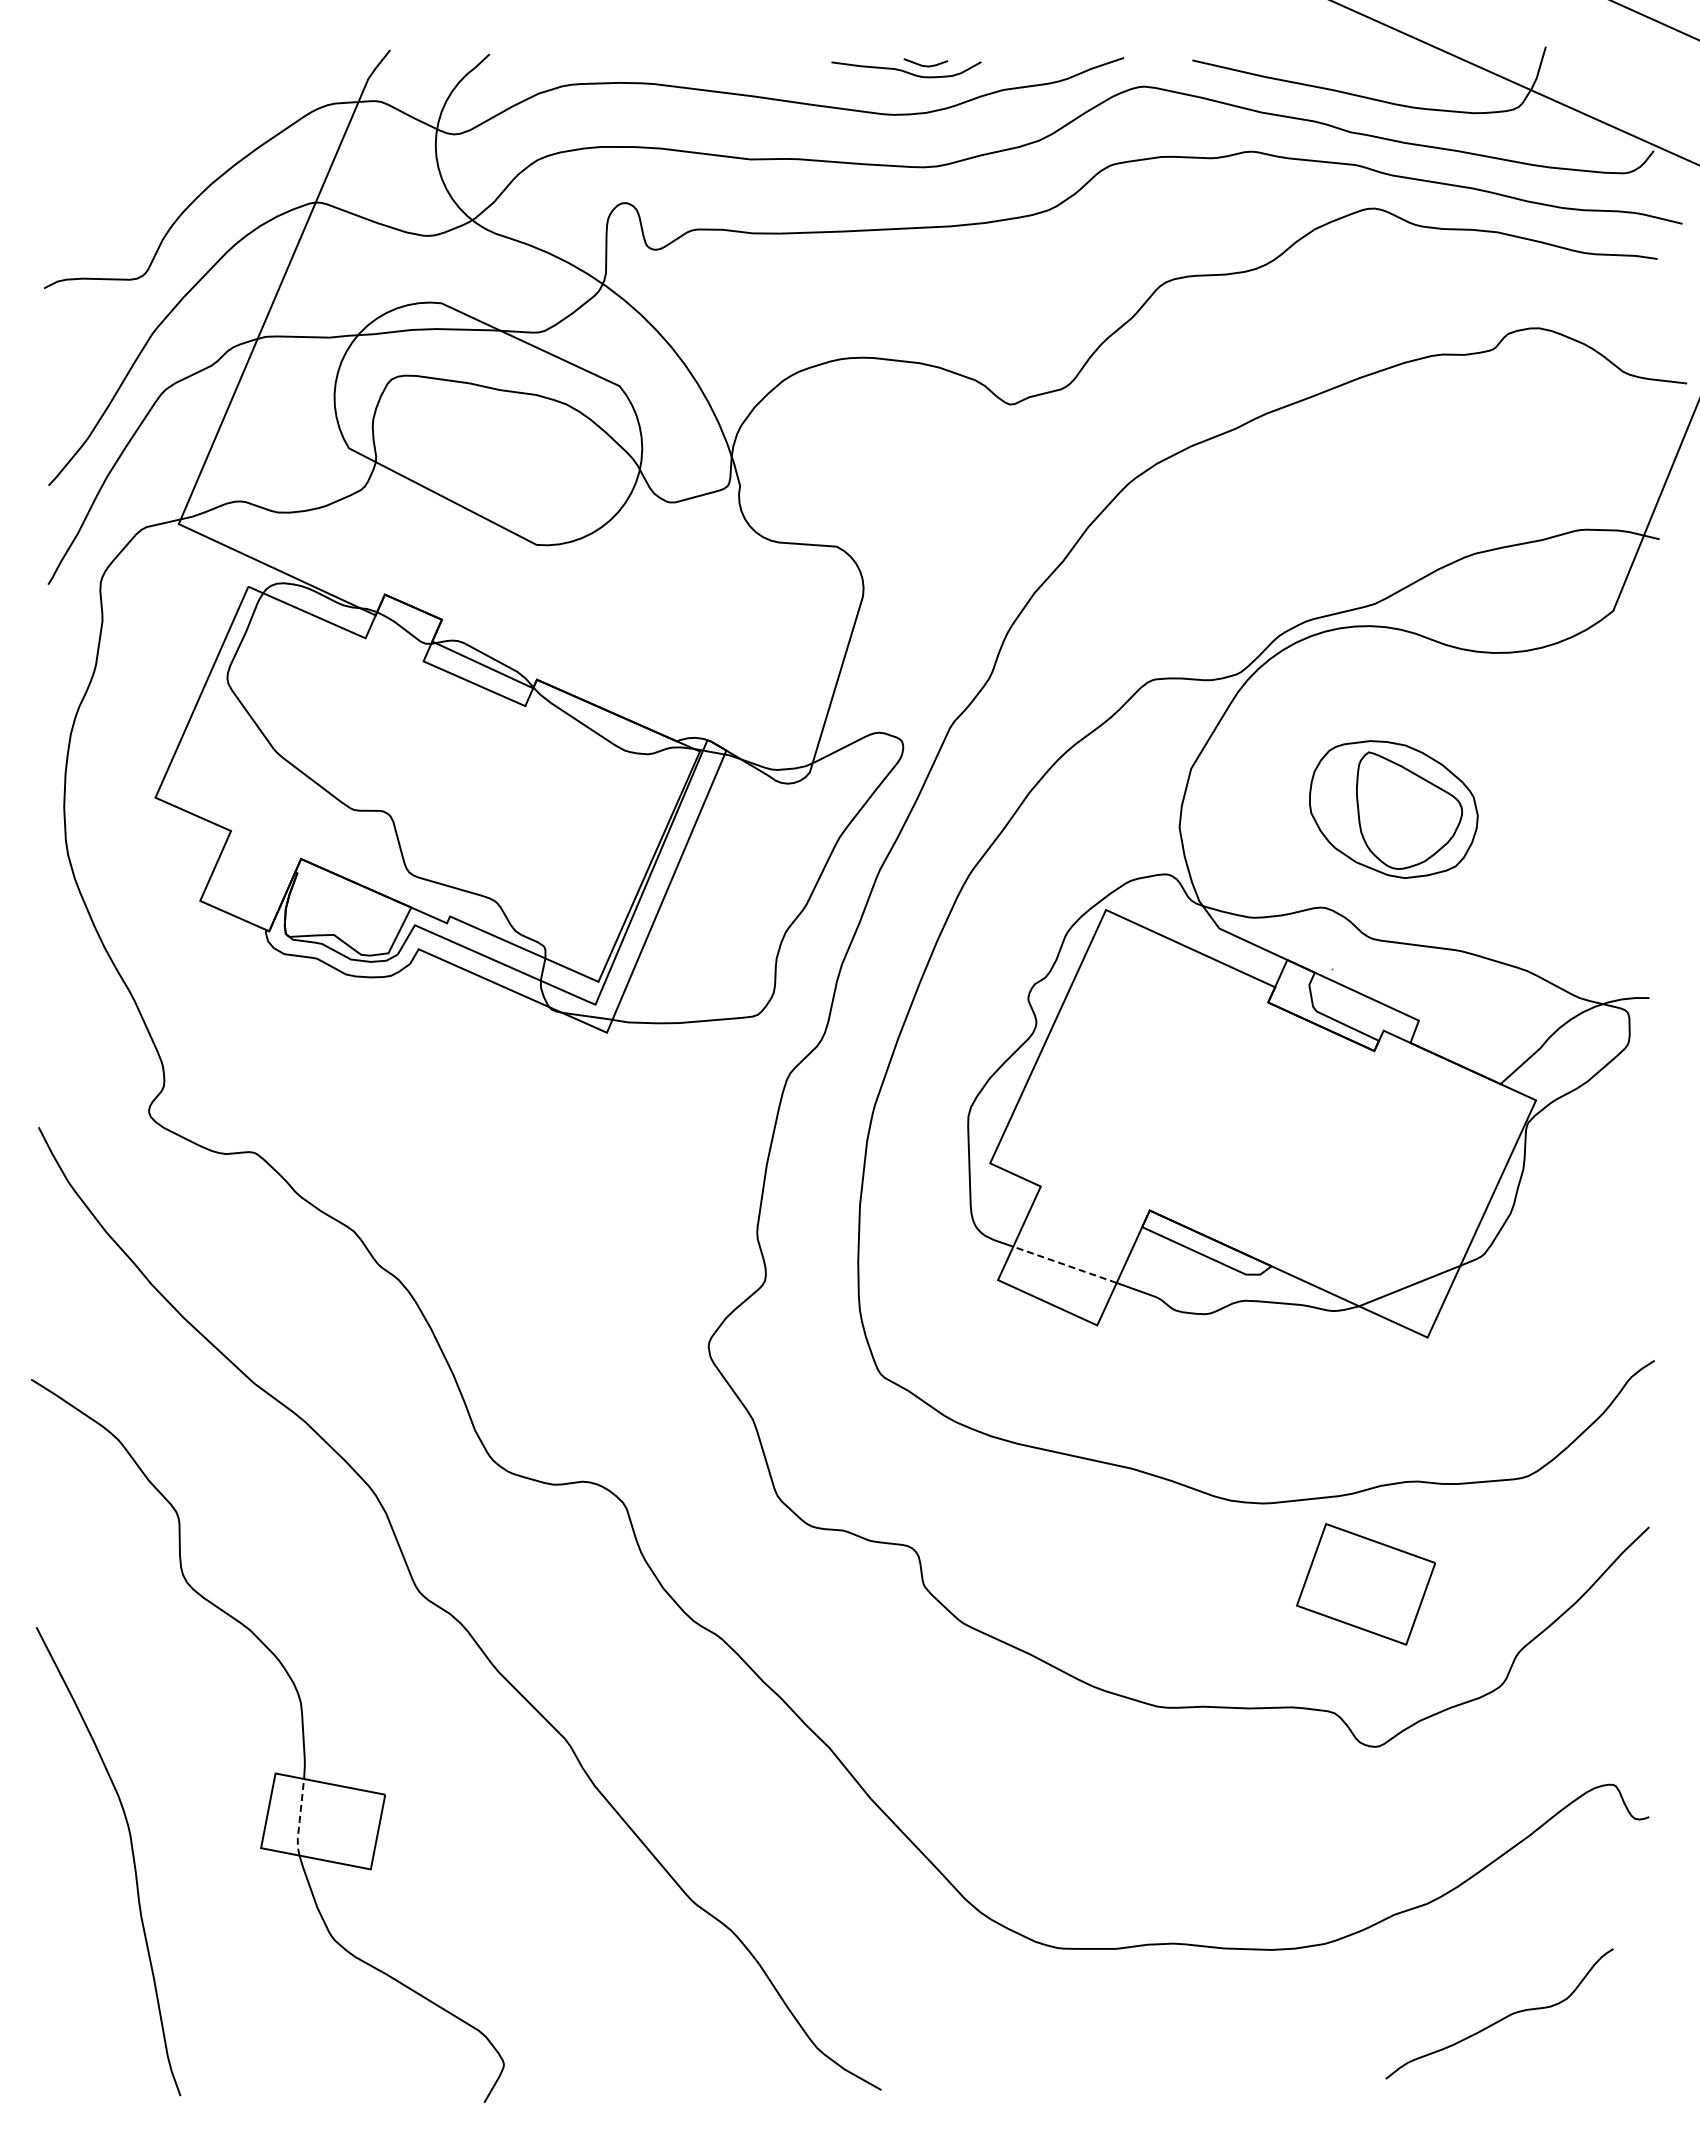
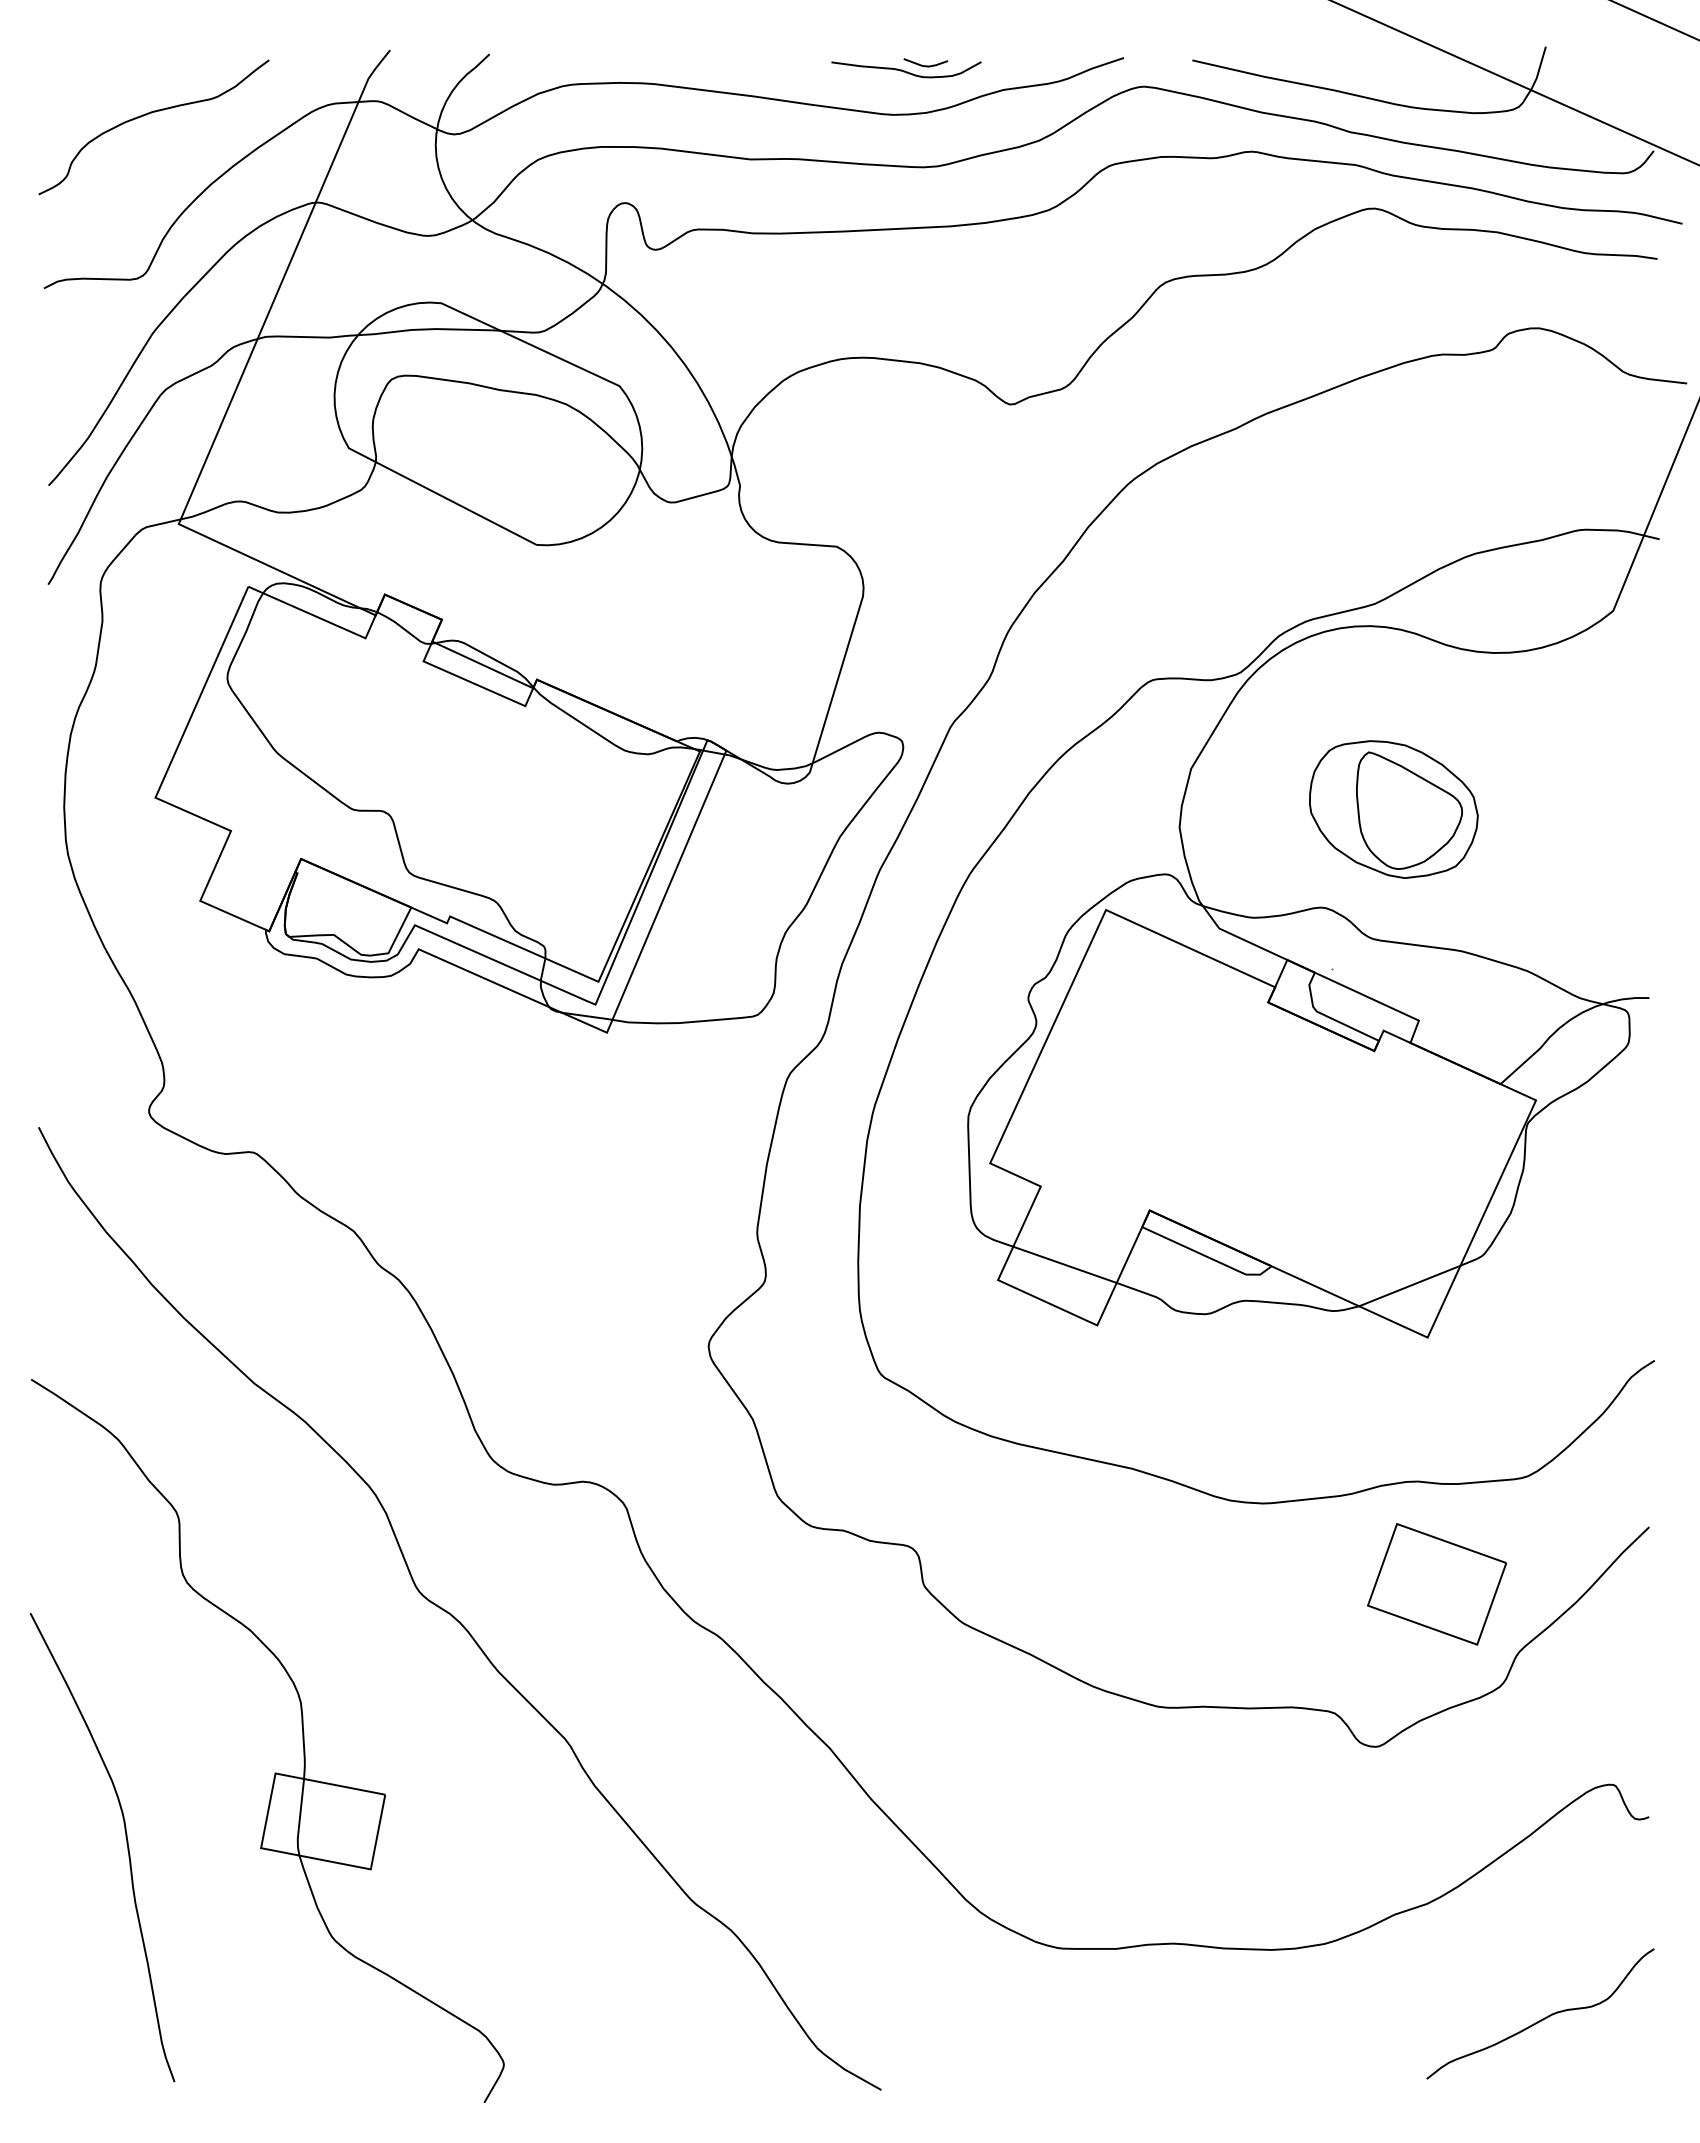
curve at (149, 114): none -> present
line at (1065, 1264): dashed -> solid
part at (1366, 1584) position: (1366, 1584) -> (1437, 1584)
line at (299, 1818): dashed -> solid
curve at (132, 1858) position: (132, 1858) -> (126, 1844)
curve at (1501, 2018) position: (1501, 2018) -> (1542, 2018)
